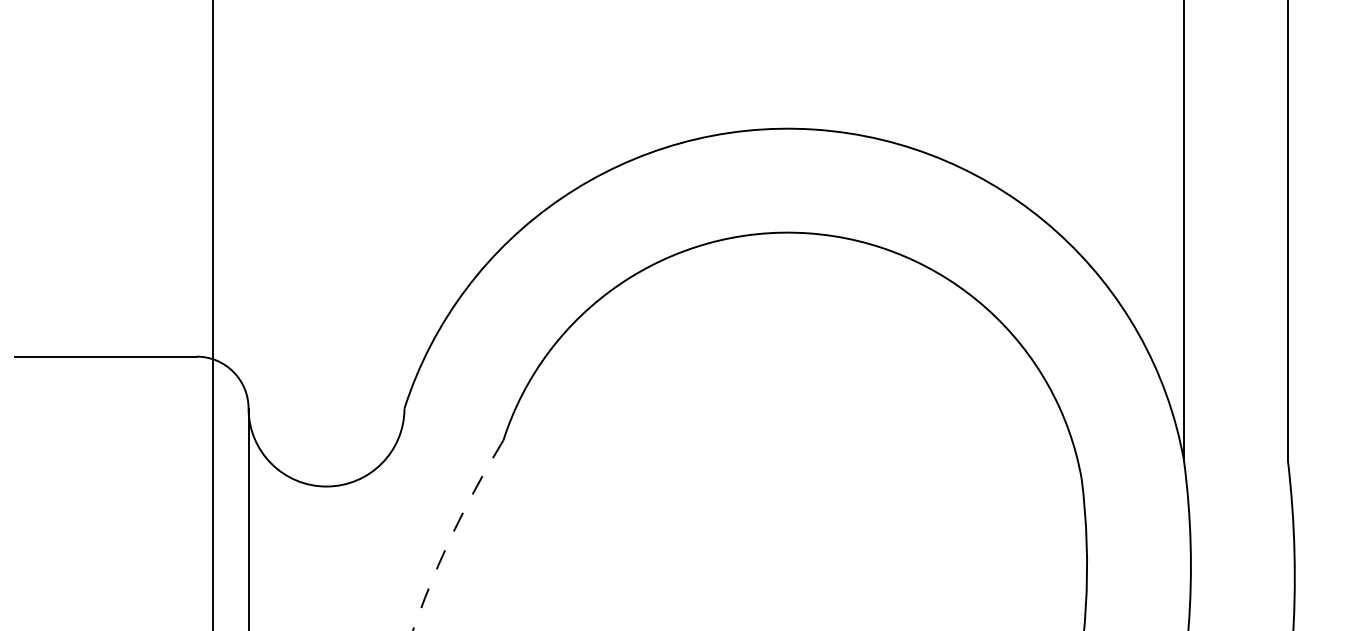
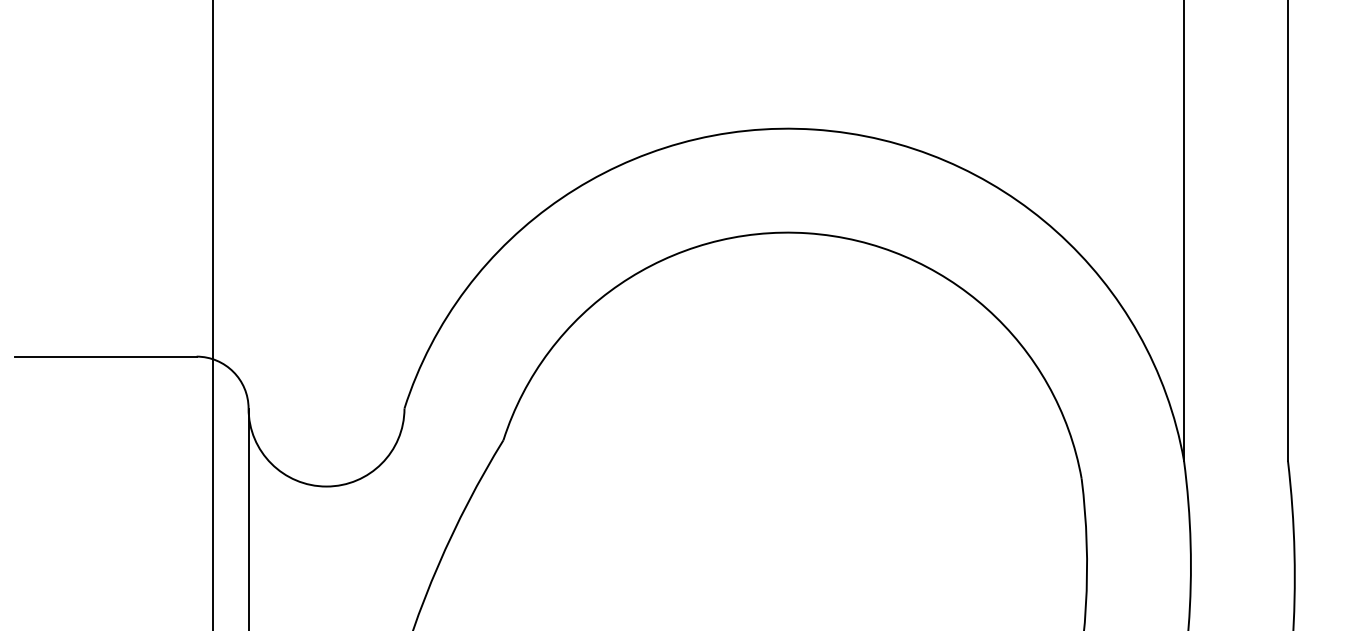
arc at (452, 533): dashed -> solid
